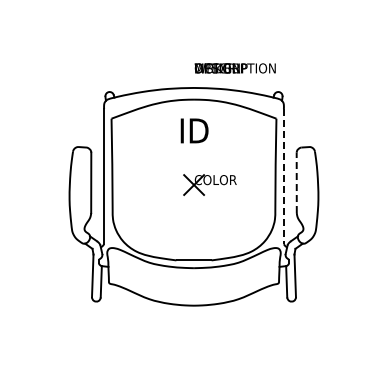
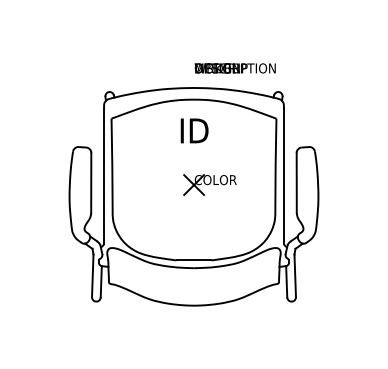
line at (283, 176): dashed -> solid
line at (296, 182): dashed -> solid
